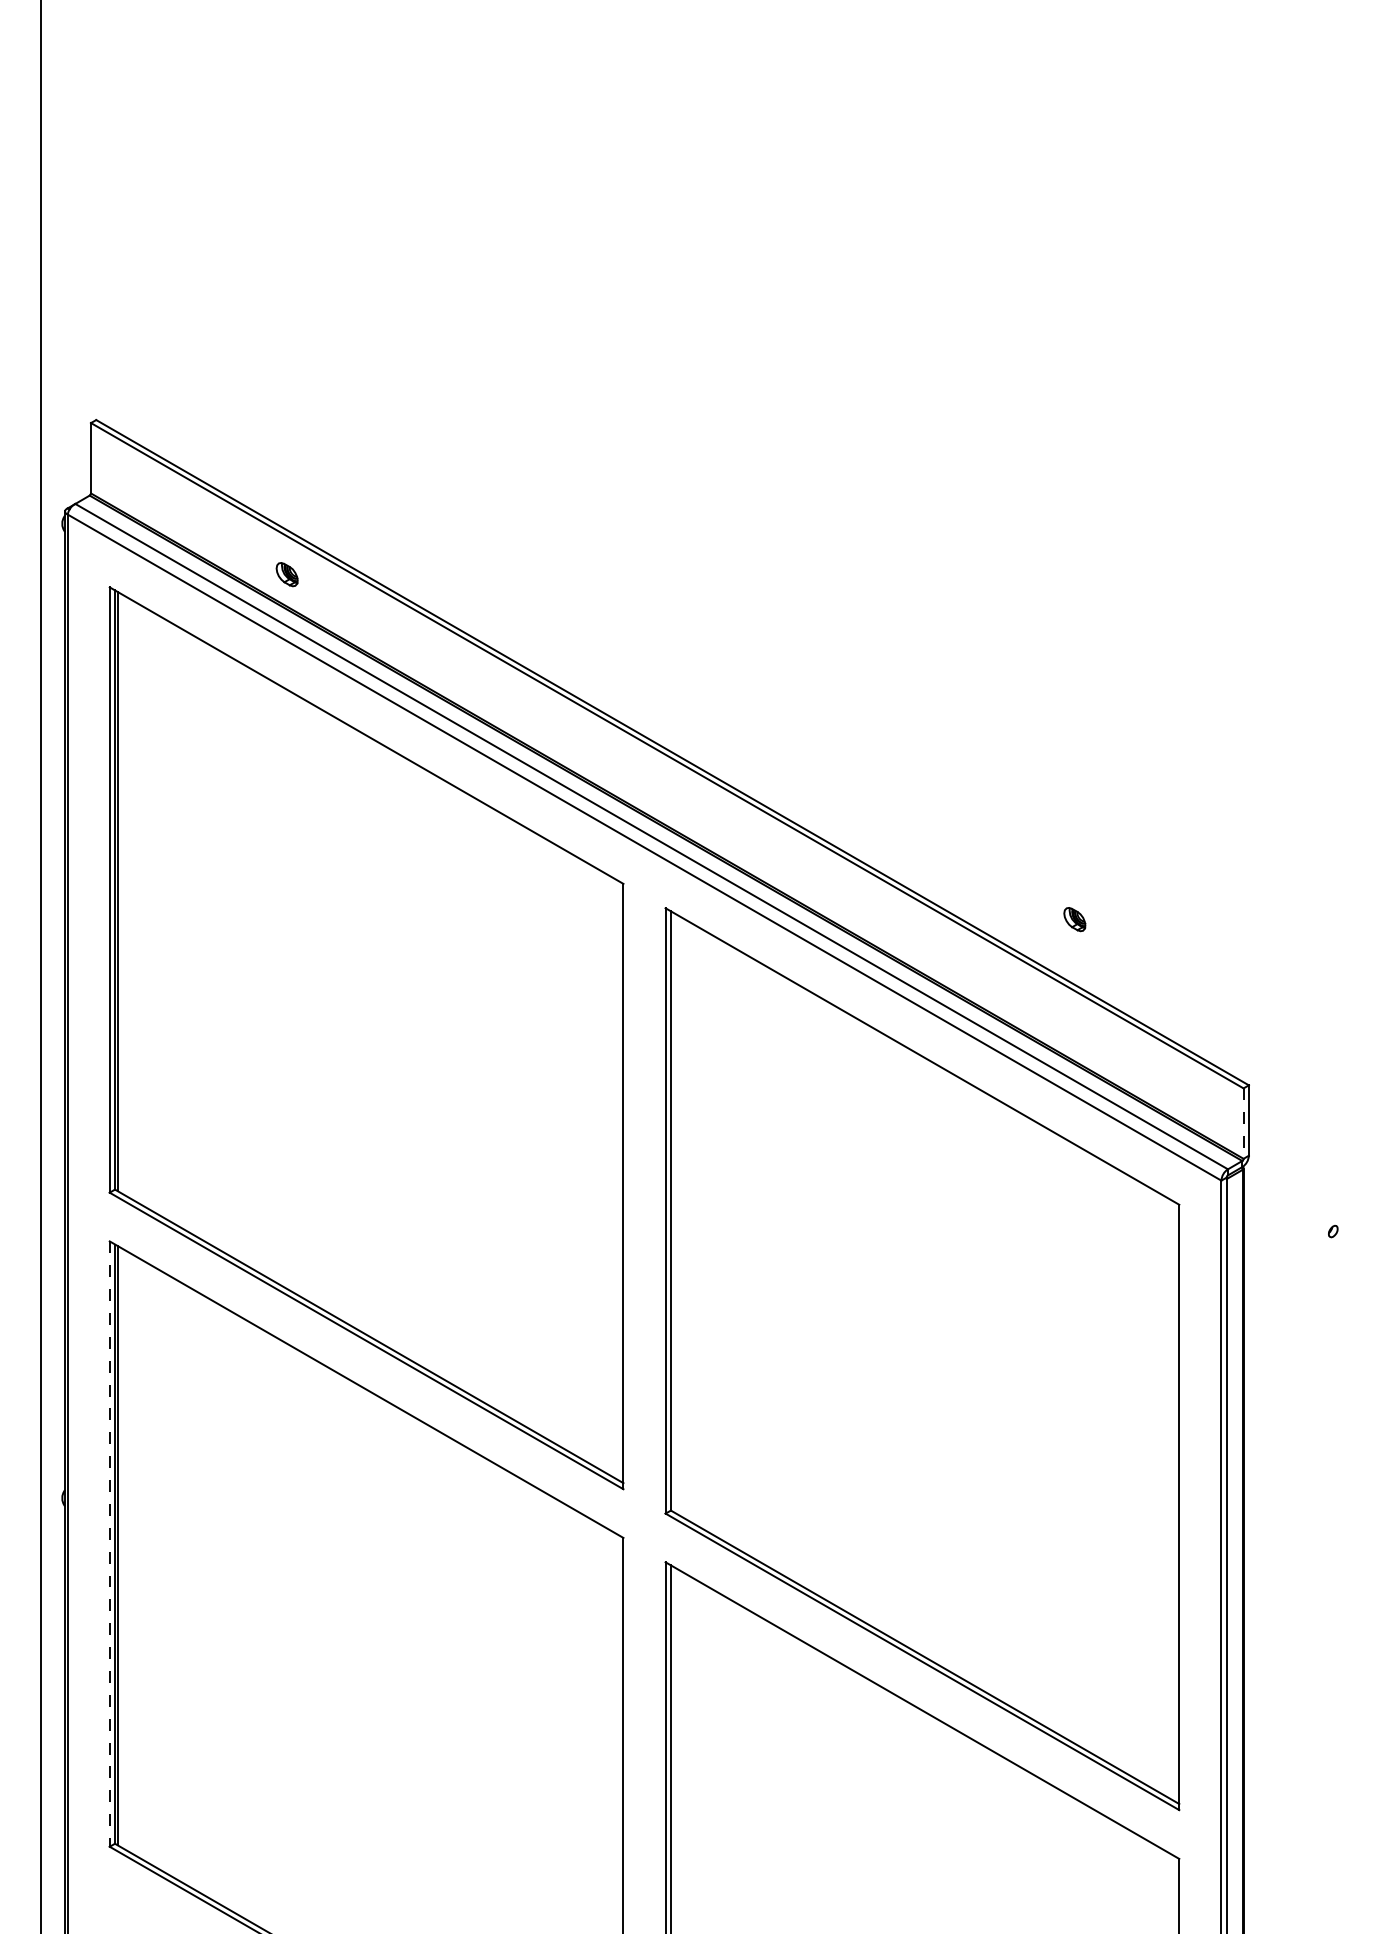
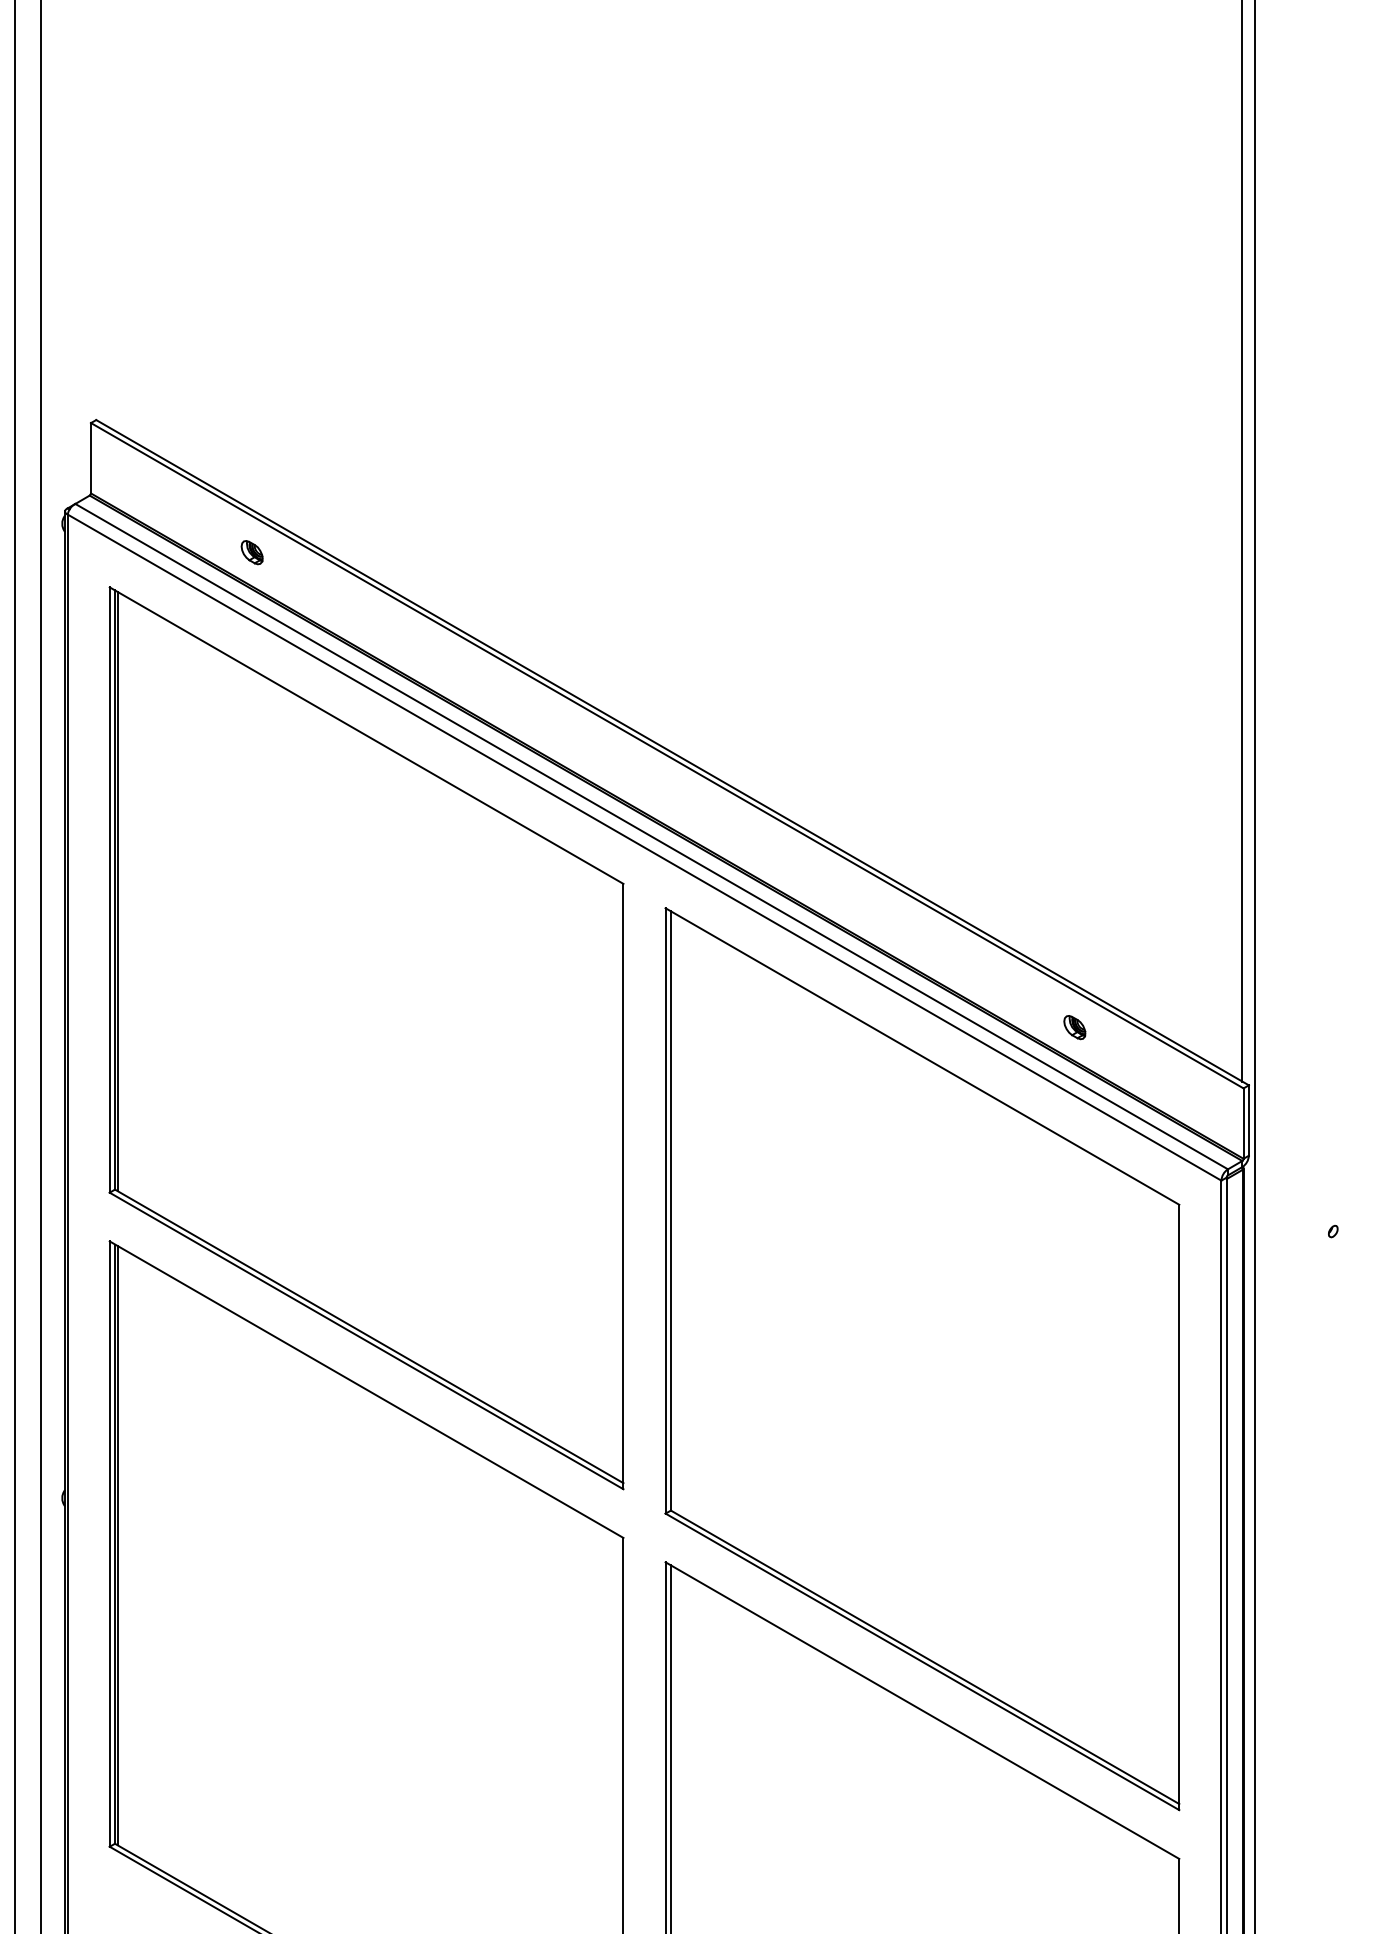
line at (1242, 541): none -> present
part at (286, 574) position: (286, 574) -> (251, 552)
part at (1074, 919) position: (1074, 919) -> (1074, 1027)
line at (14, 966): none -> present
line at (1255, 966): none -> present
line at (1243, 1124): dashed -> solid
line at (109, 1544): dashed -> solid
